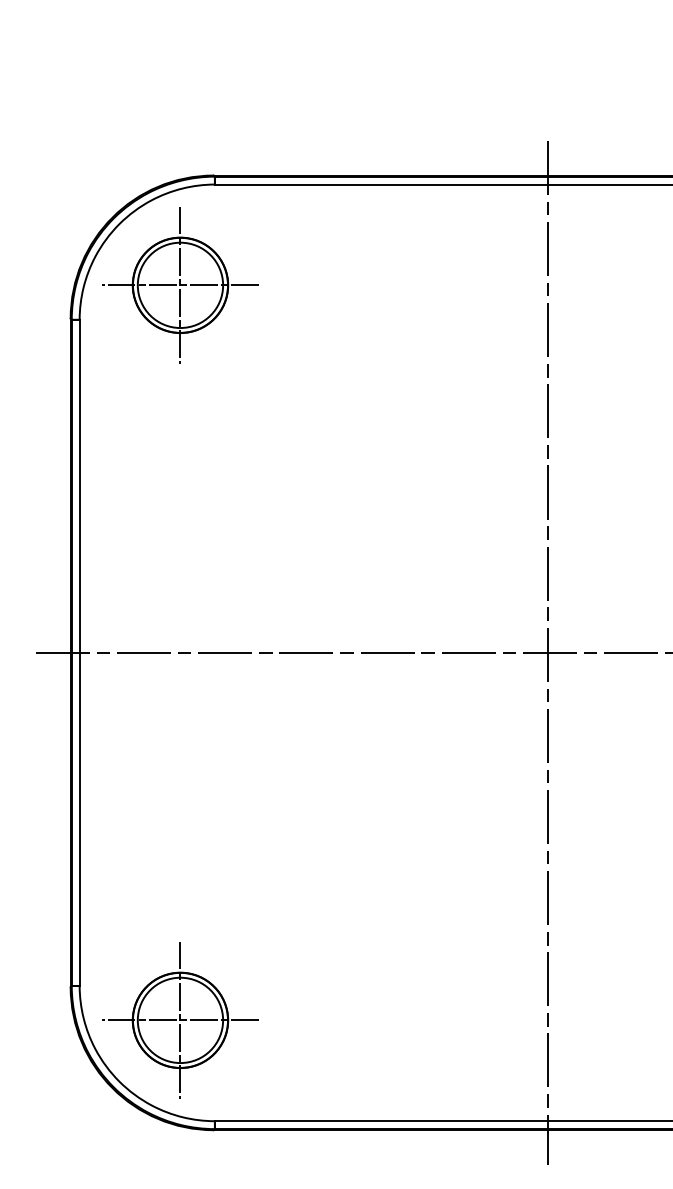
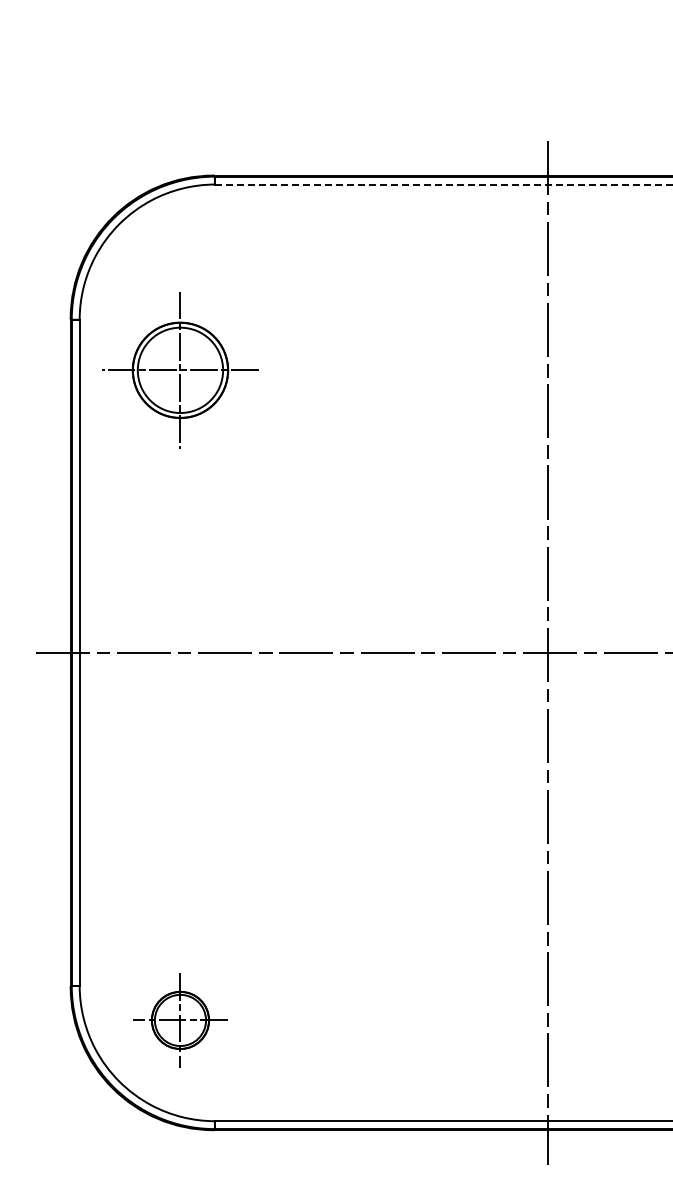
line at (444, 184): solid -> dashed
part at (180, 285) position: (180, 285) -> (180, 370)
part at (180, 1020) size: 157x157 px -> 95x95 px
